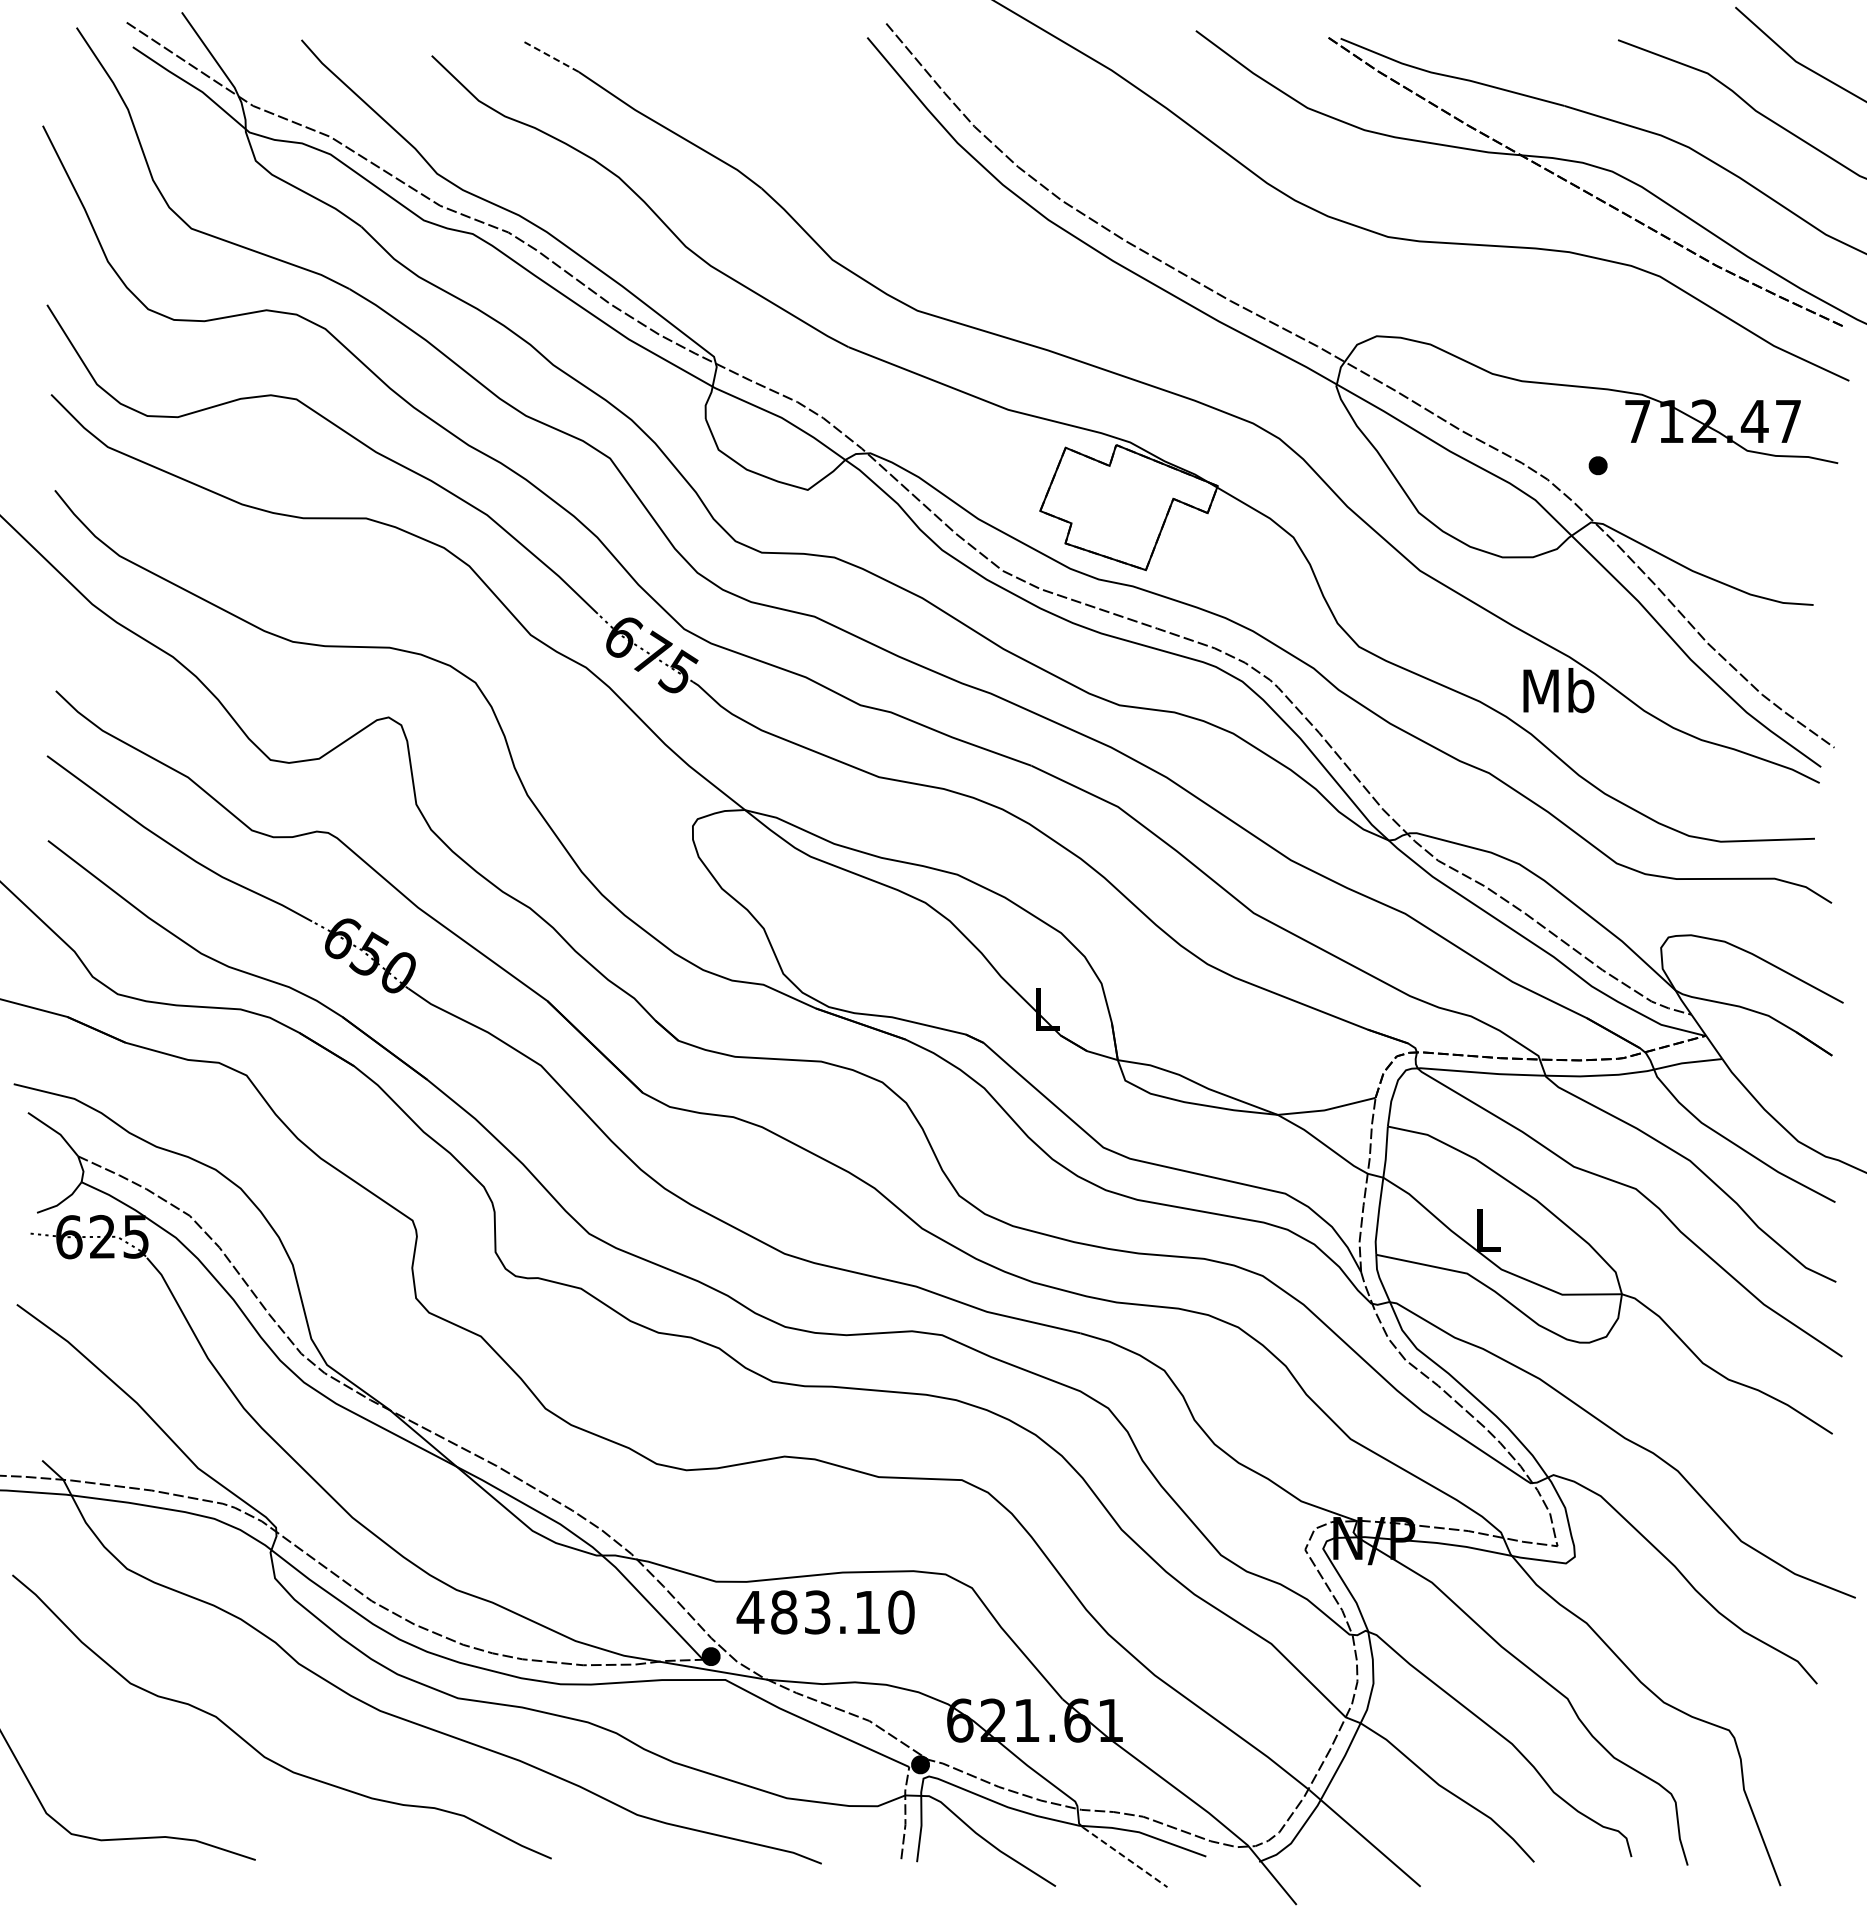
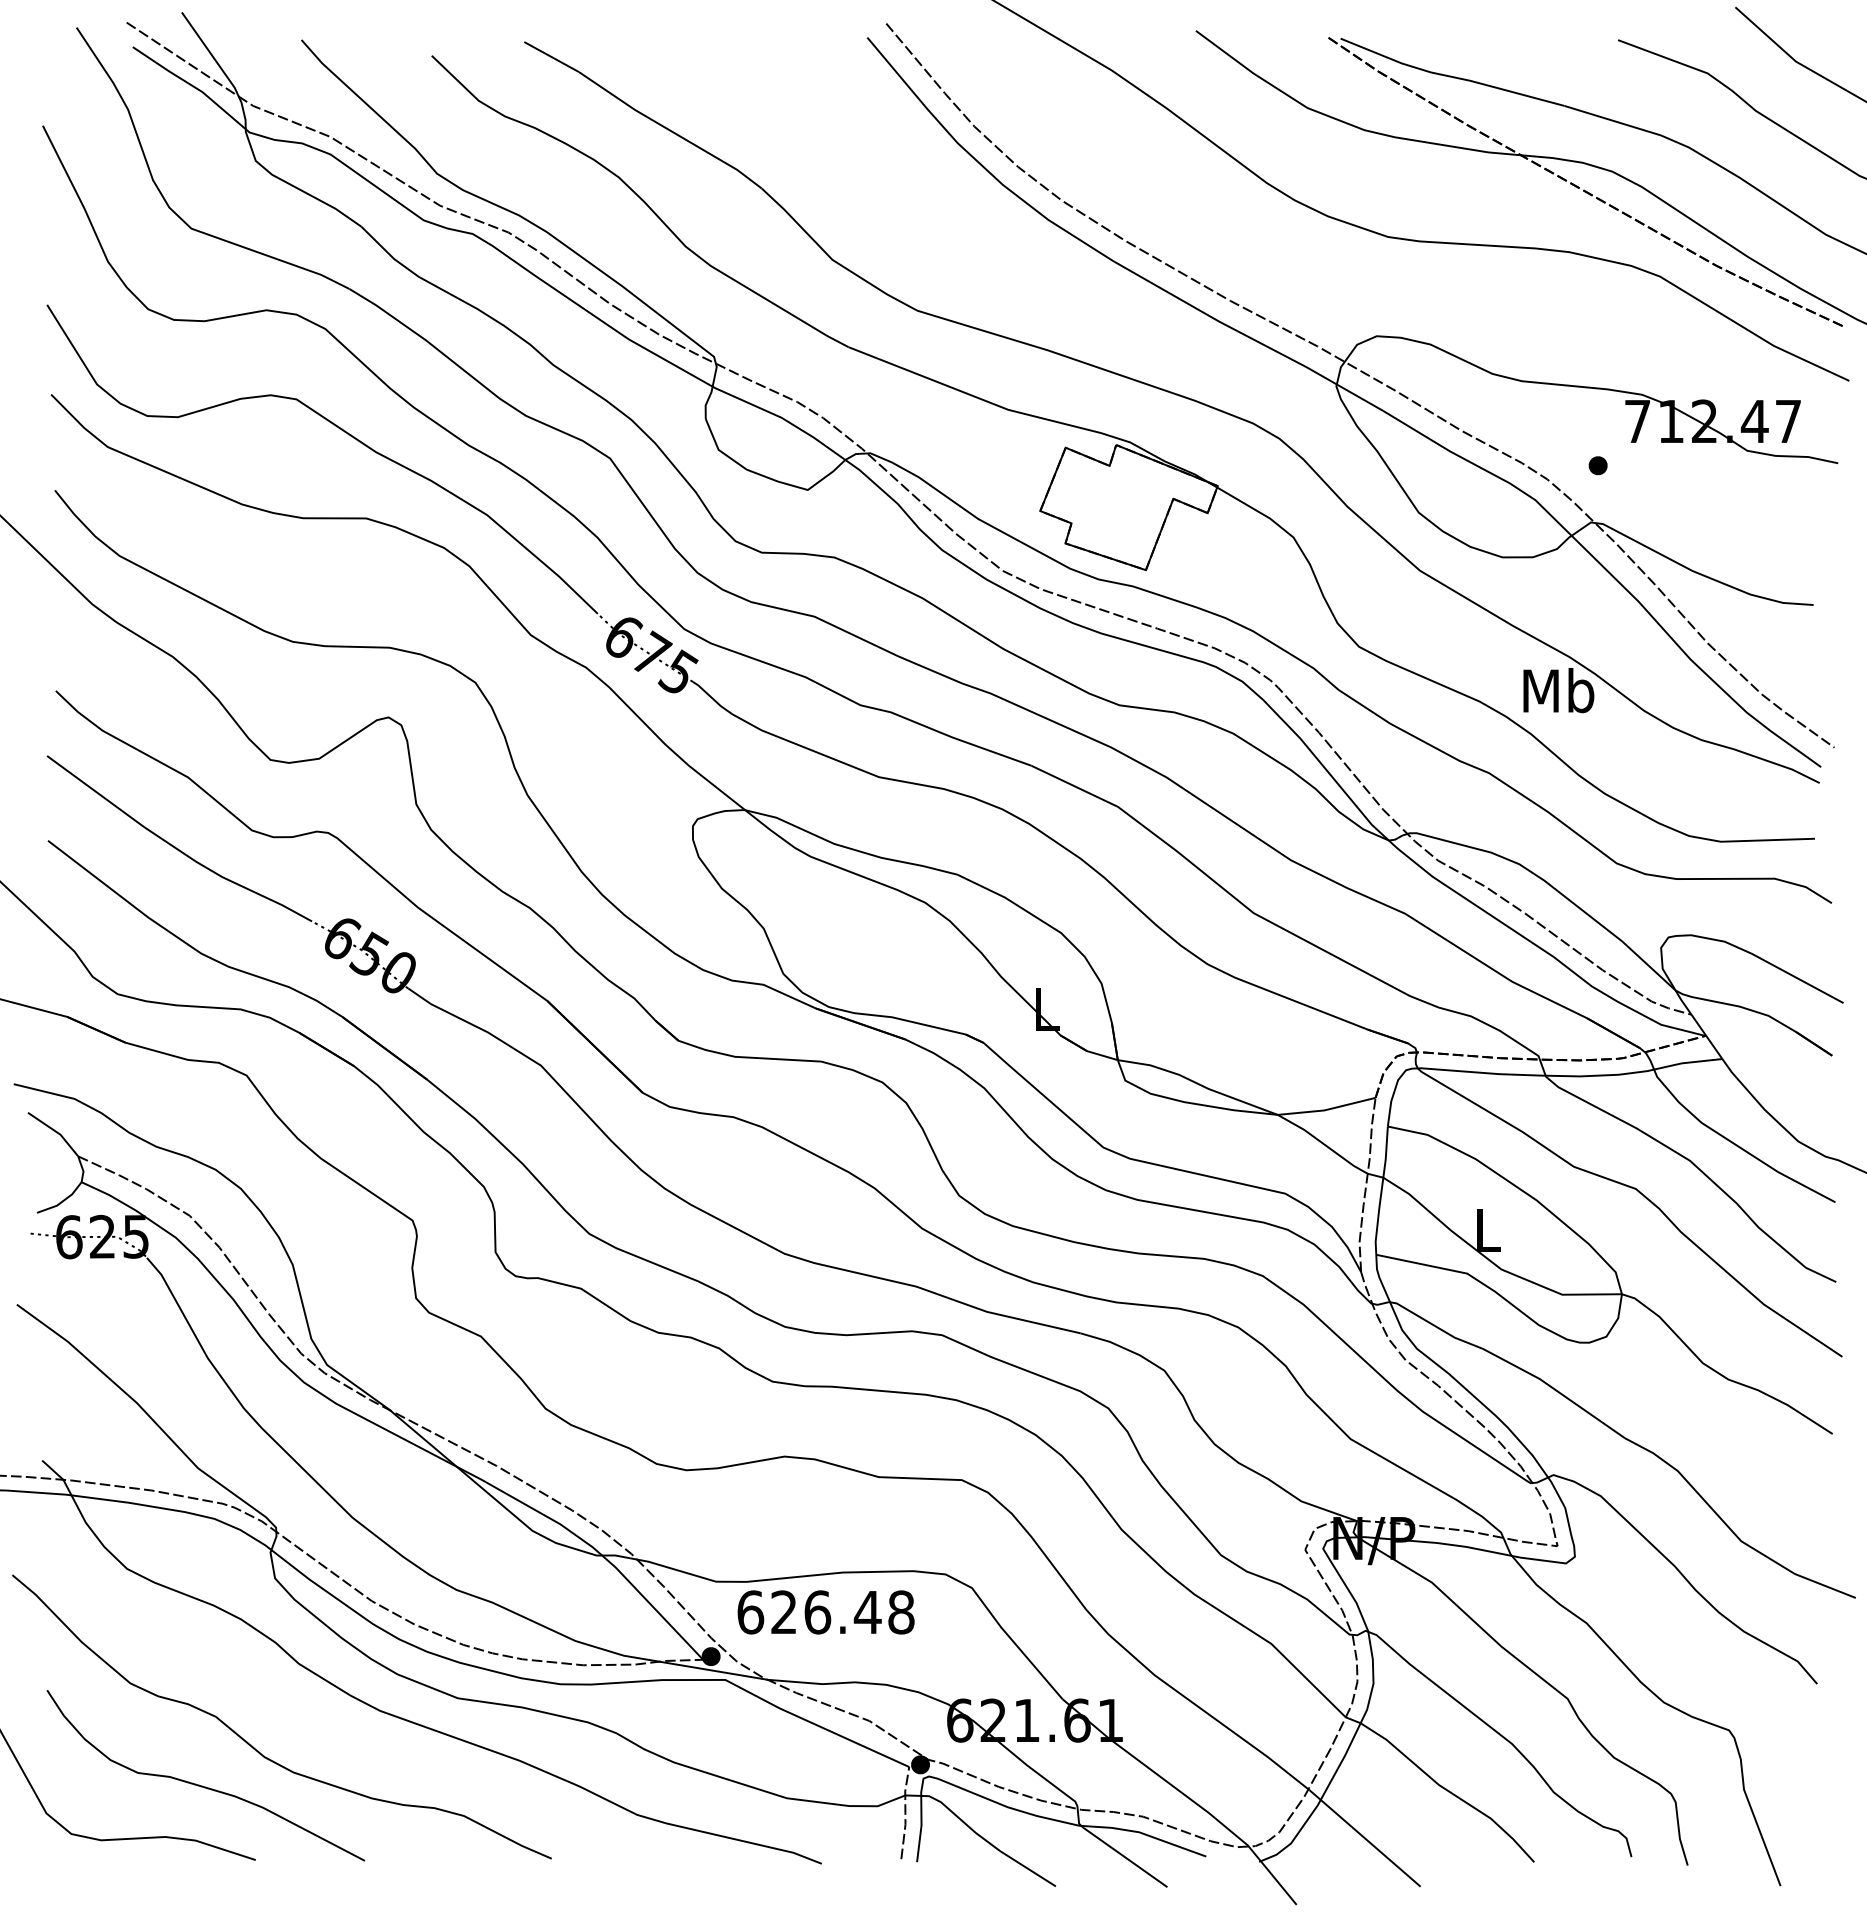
line at (551, 56): dashed -> solid
text at (825, 1612): 483.10 -> 626.48
curve at (202, 1785): none -> present
line at (1125, 1857): dashed -> solid
